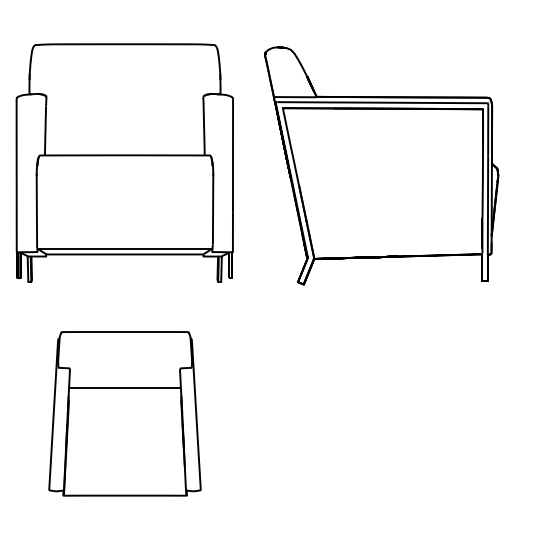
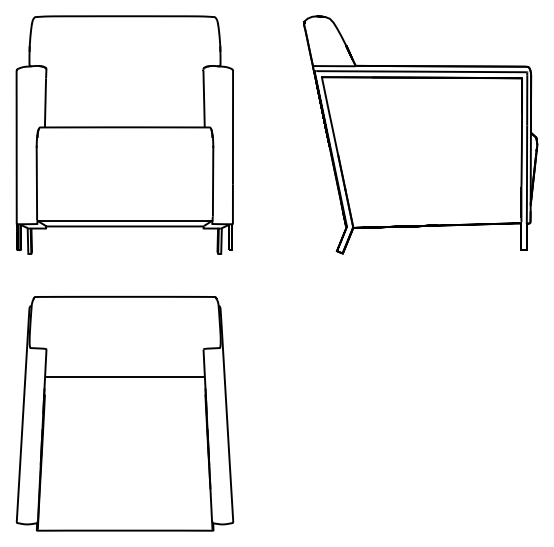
part at (124, 162) position: (124, 162) -> (124, 134)
part at (381, 165) position: (381, 165) -> (420, 134)
part at (124, 413) size: 154x166 px -> 220x236 px
